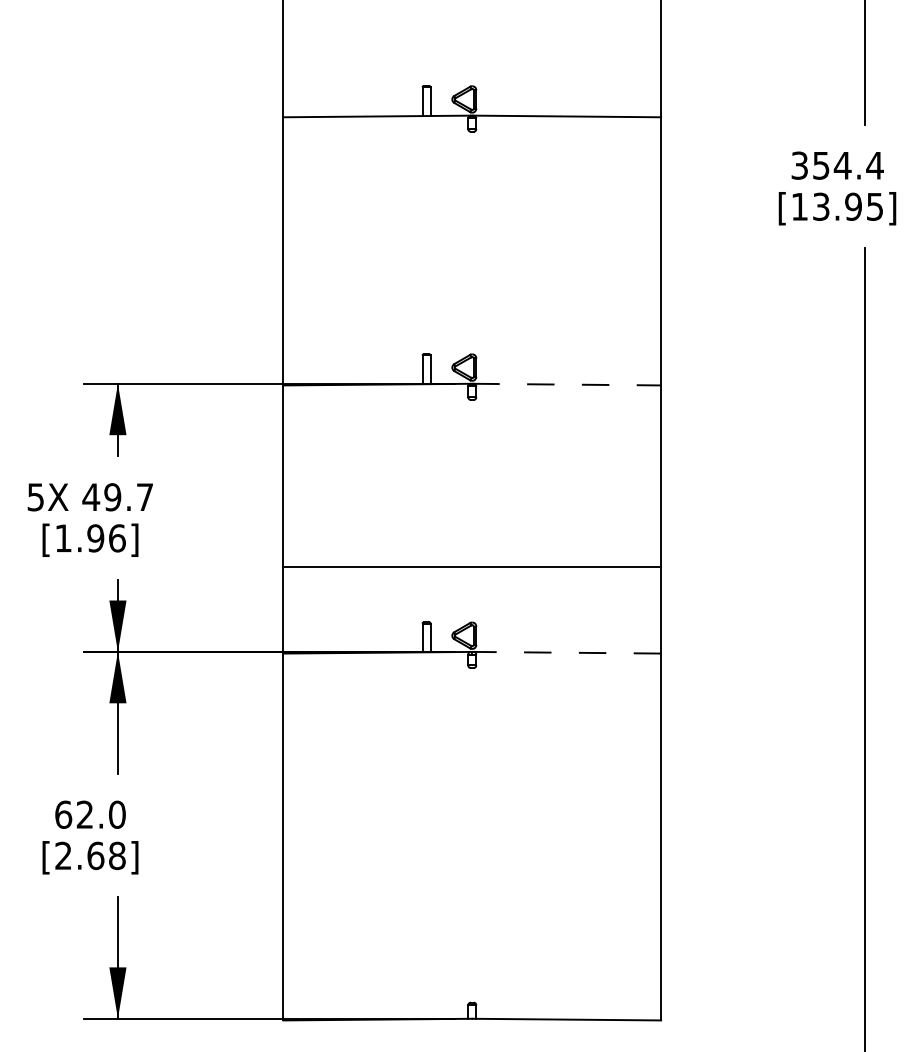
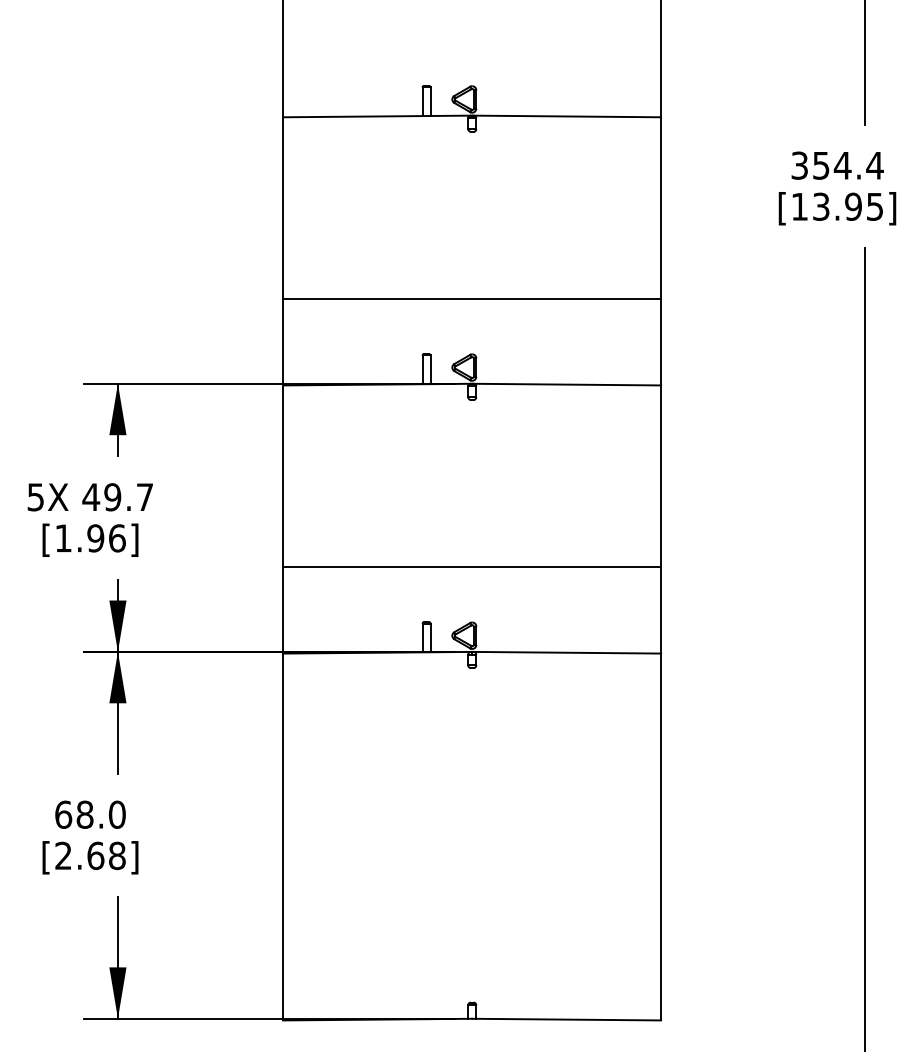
line at (472, 299): none -> present
line at (567, 384): dashed -> solid
line at (566, 652): dashed -> solid
text at (84, 814): 62.0 -> 68.0
